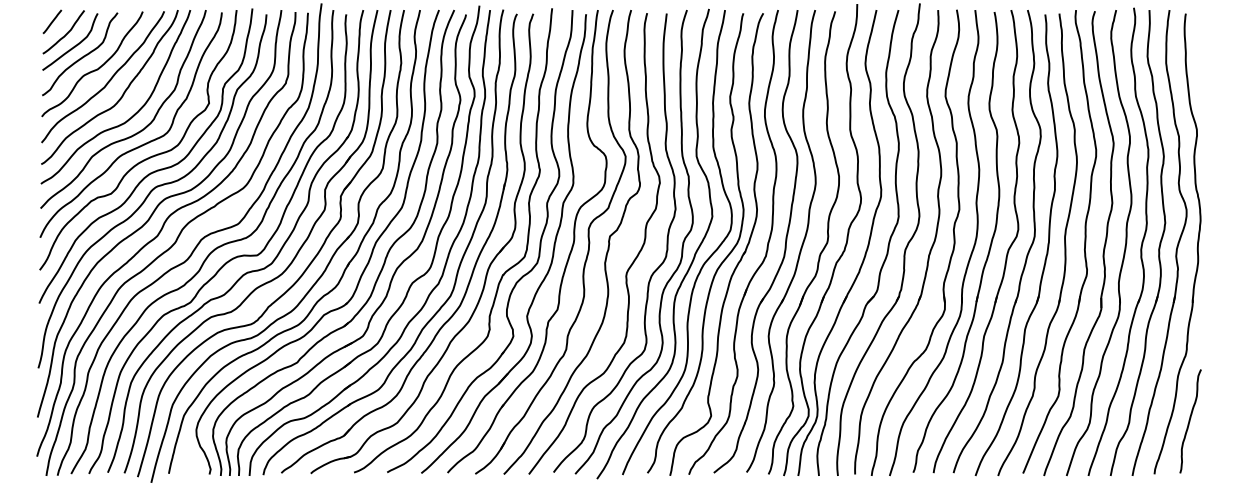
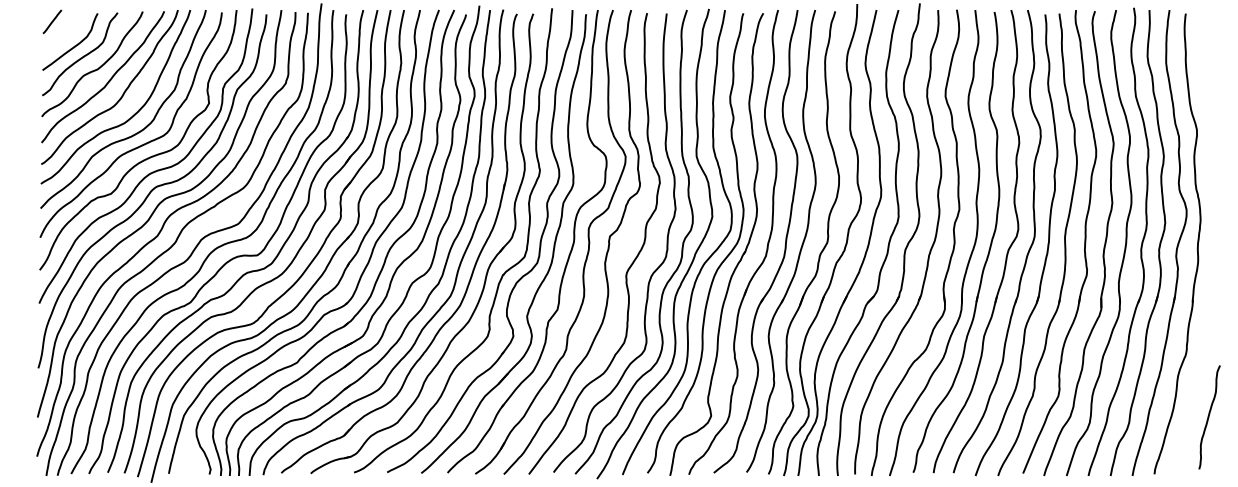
curve at (65, 34): present -> none
curve at (1190, 421) position: (1190, 421) -> (1209, 417)
